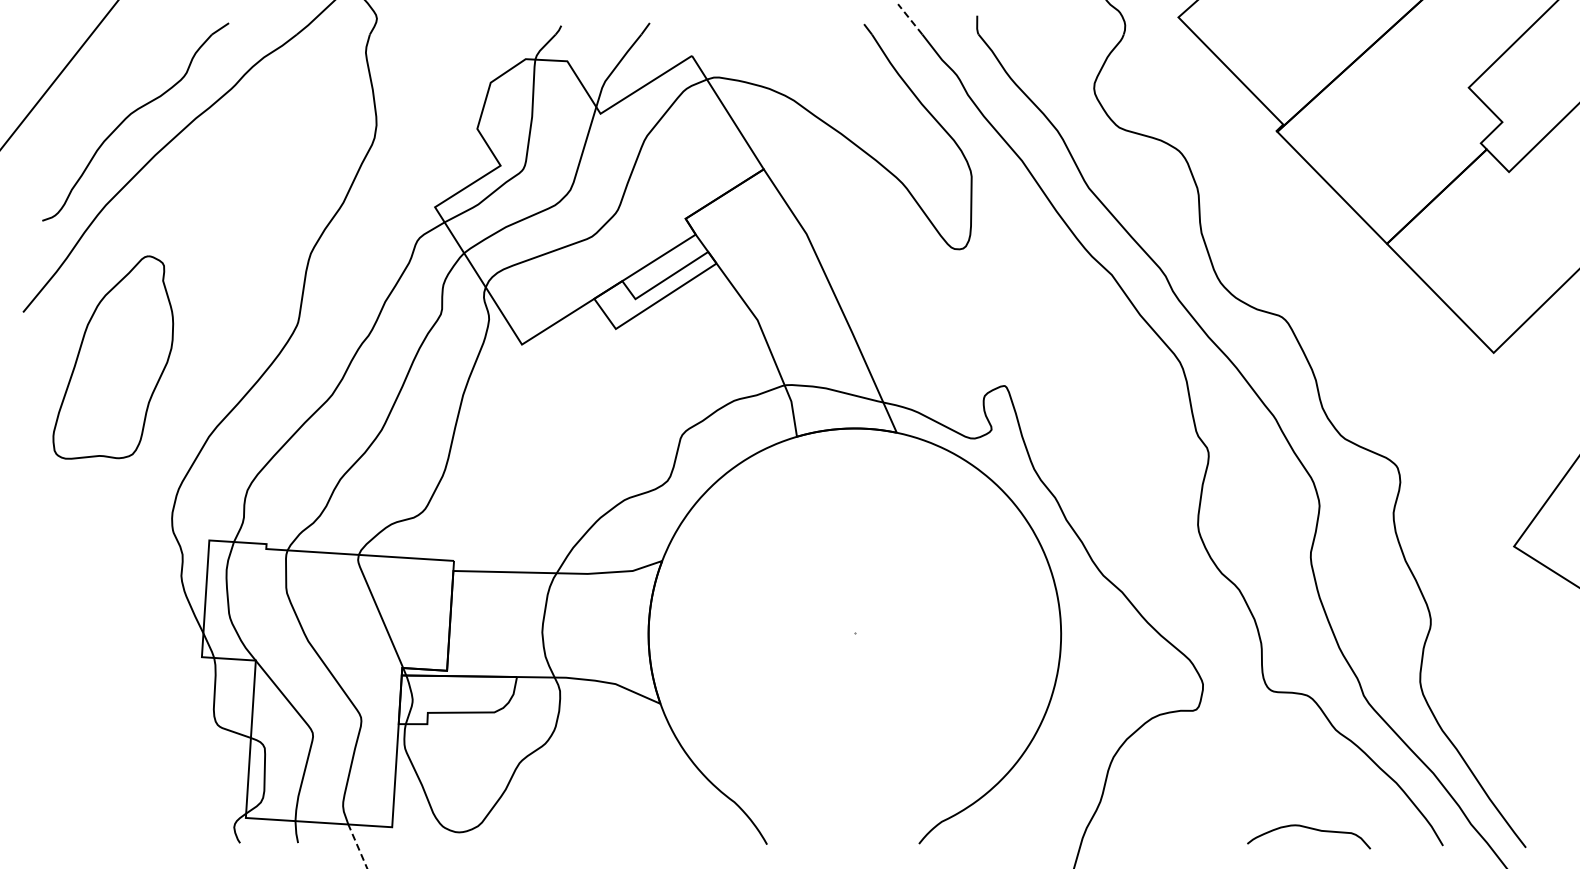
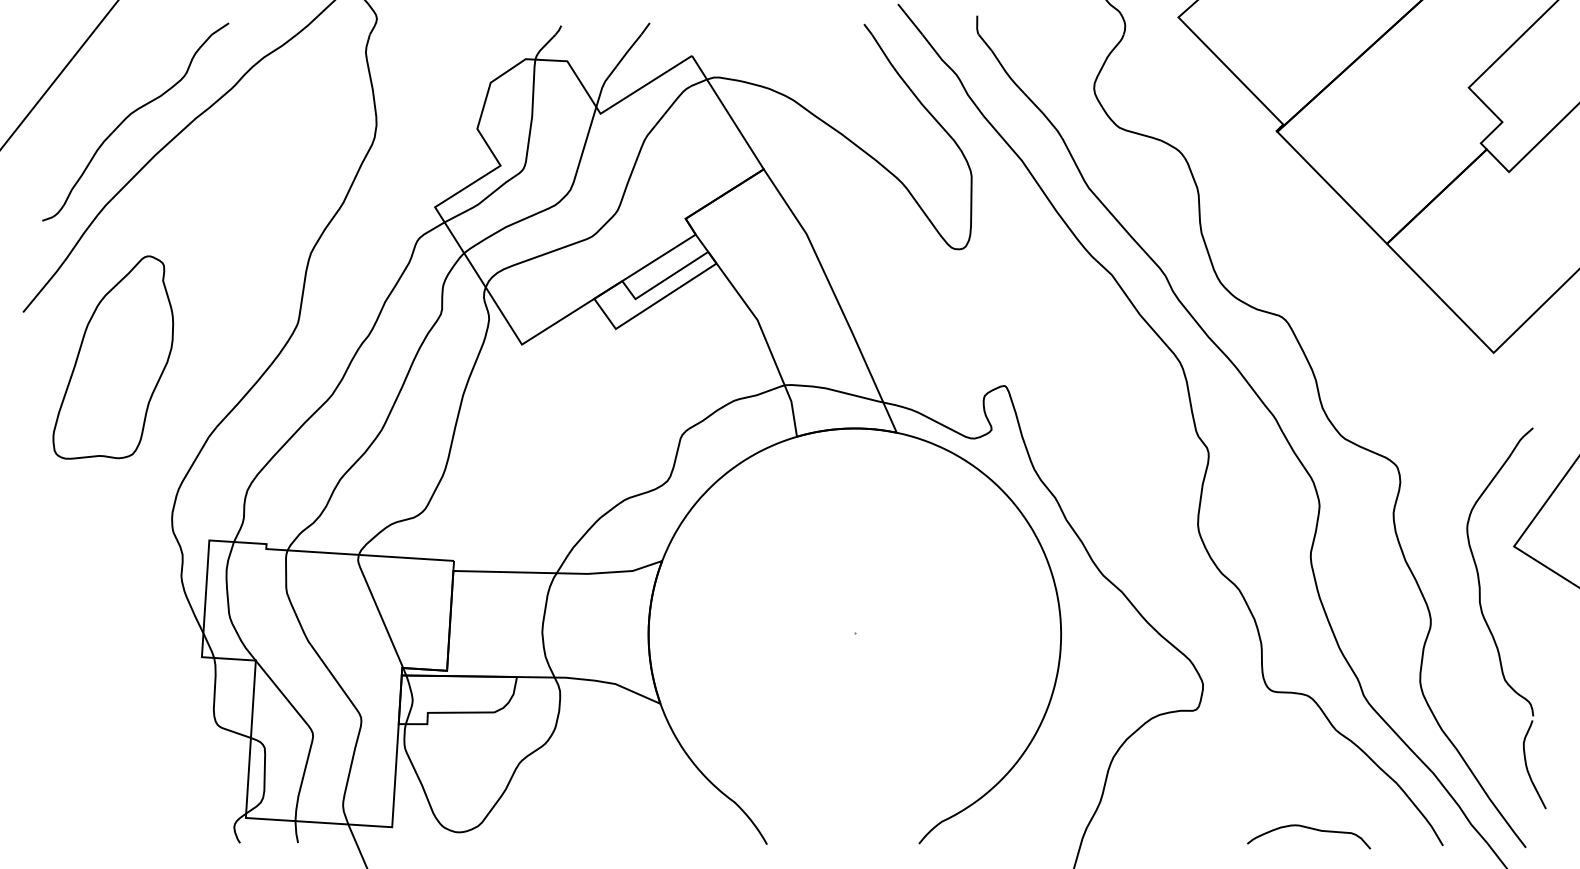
line at (909, 19): dashed -> solid
part at (1489, 626): none -> present
line at (357, 846): dashed -> solid
